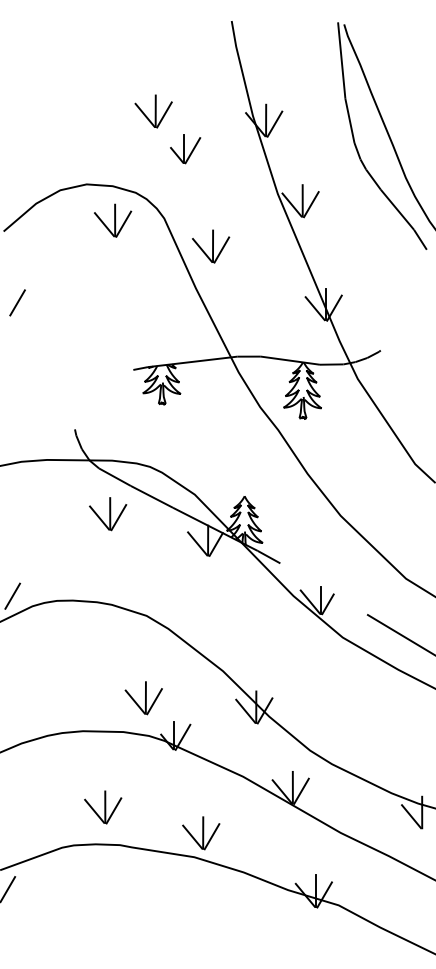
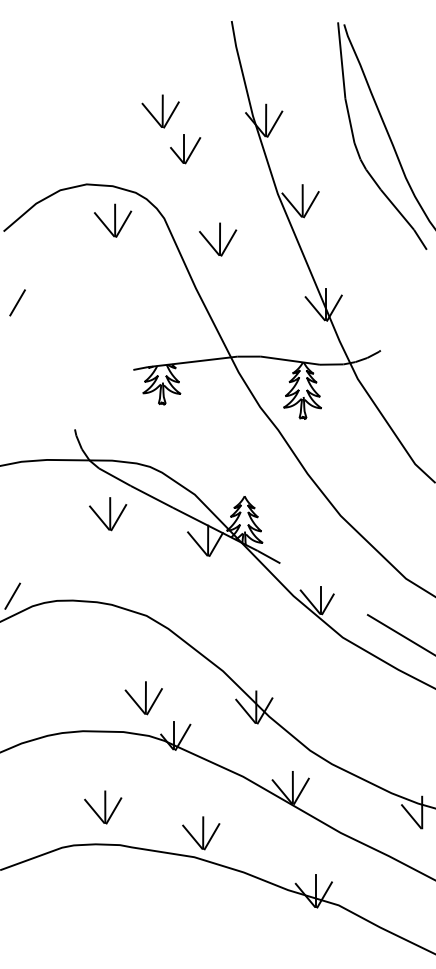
part at (153, 111) position: (153, 111) -> (160, 111)
part at (211, 246) position: (211, 246) -> (218, 239)
line at (8, 888): present -> none
